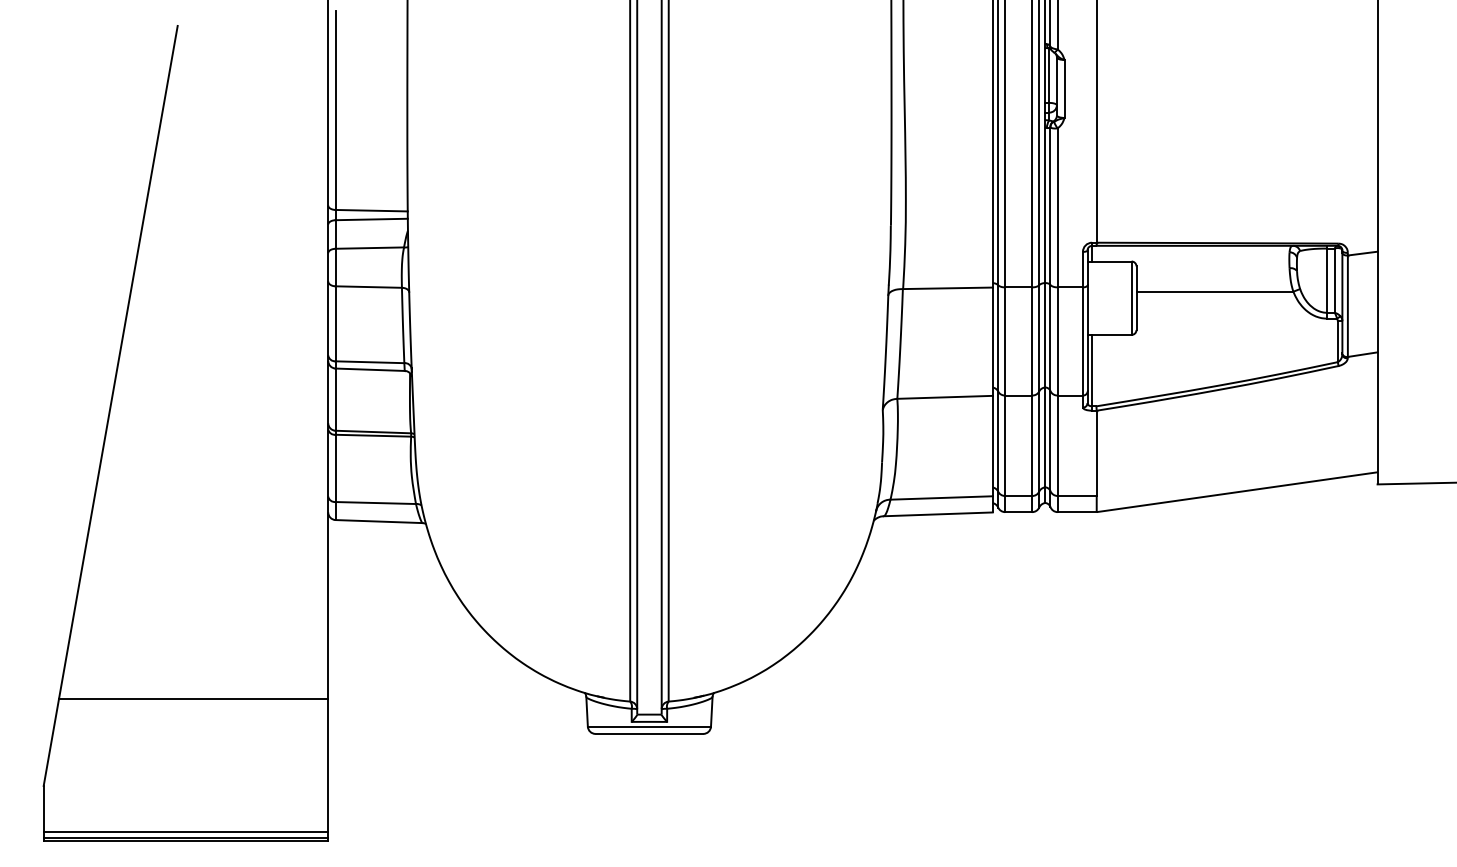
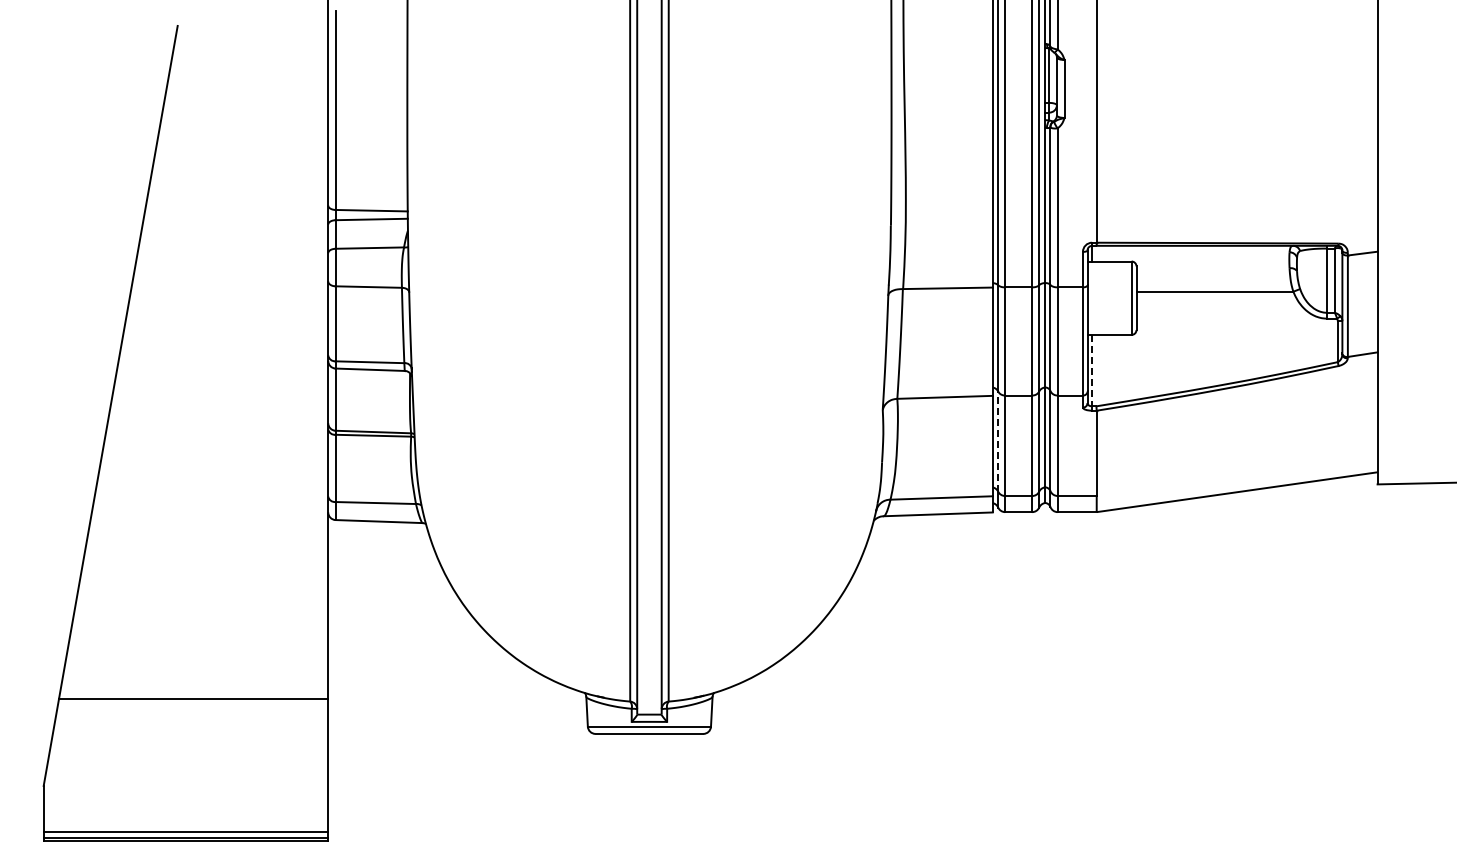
line at (1092, 370): solid -> dashed
line at (998, 441): solid -> dashed
